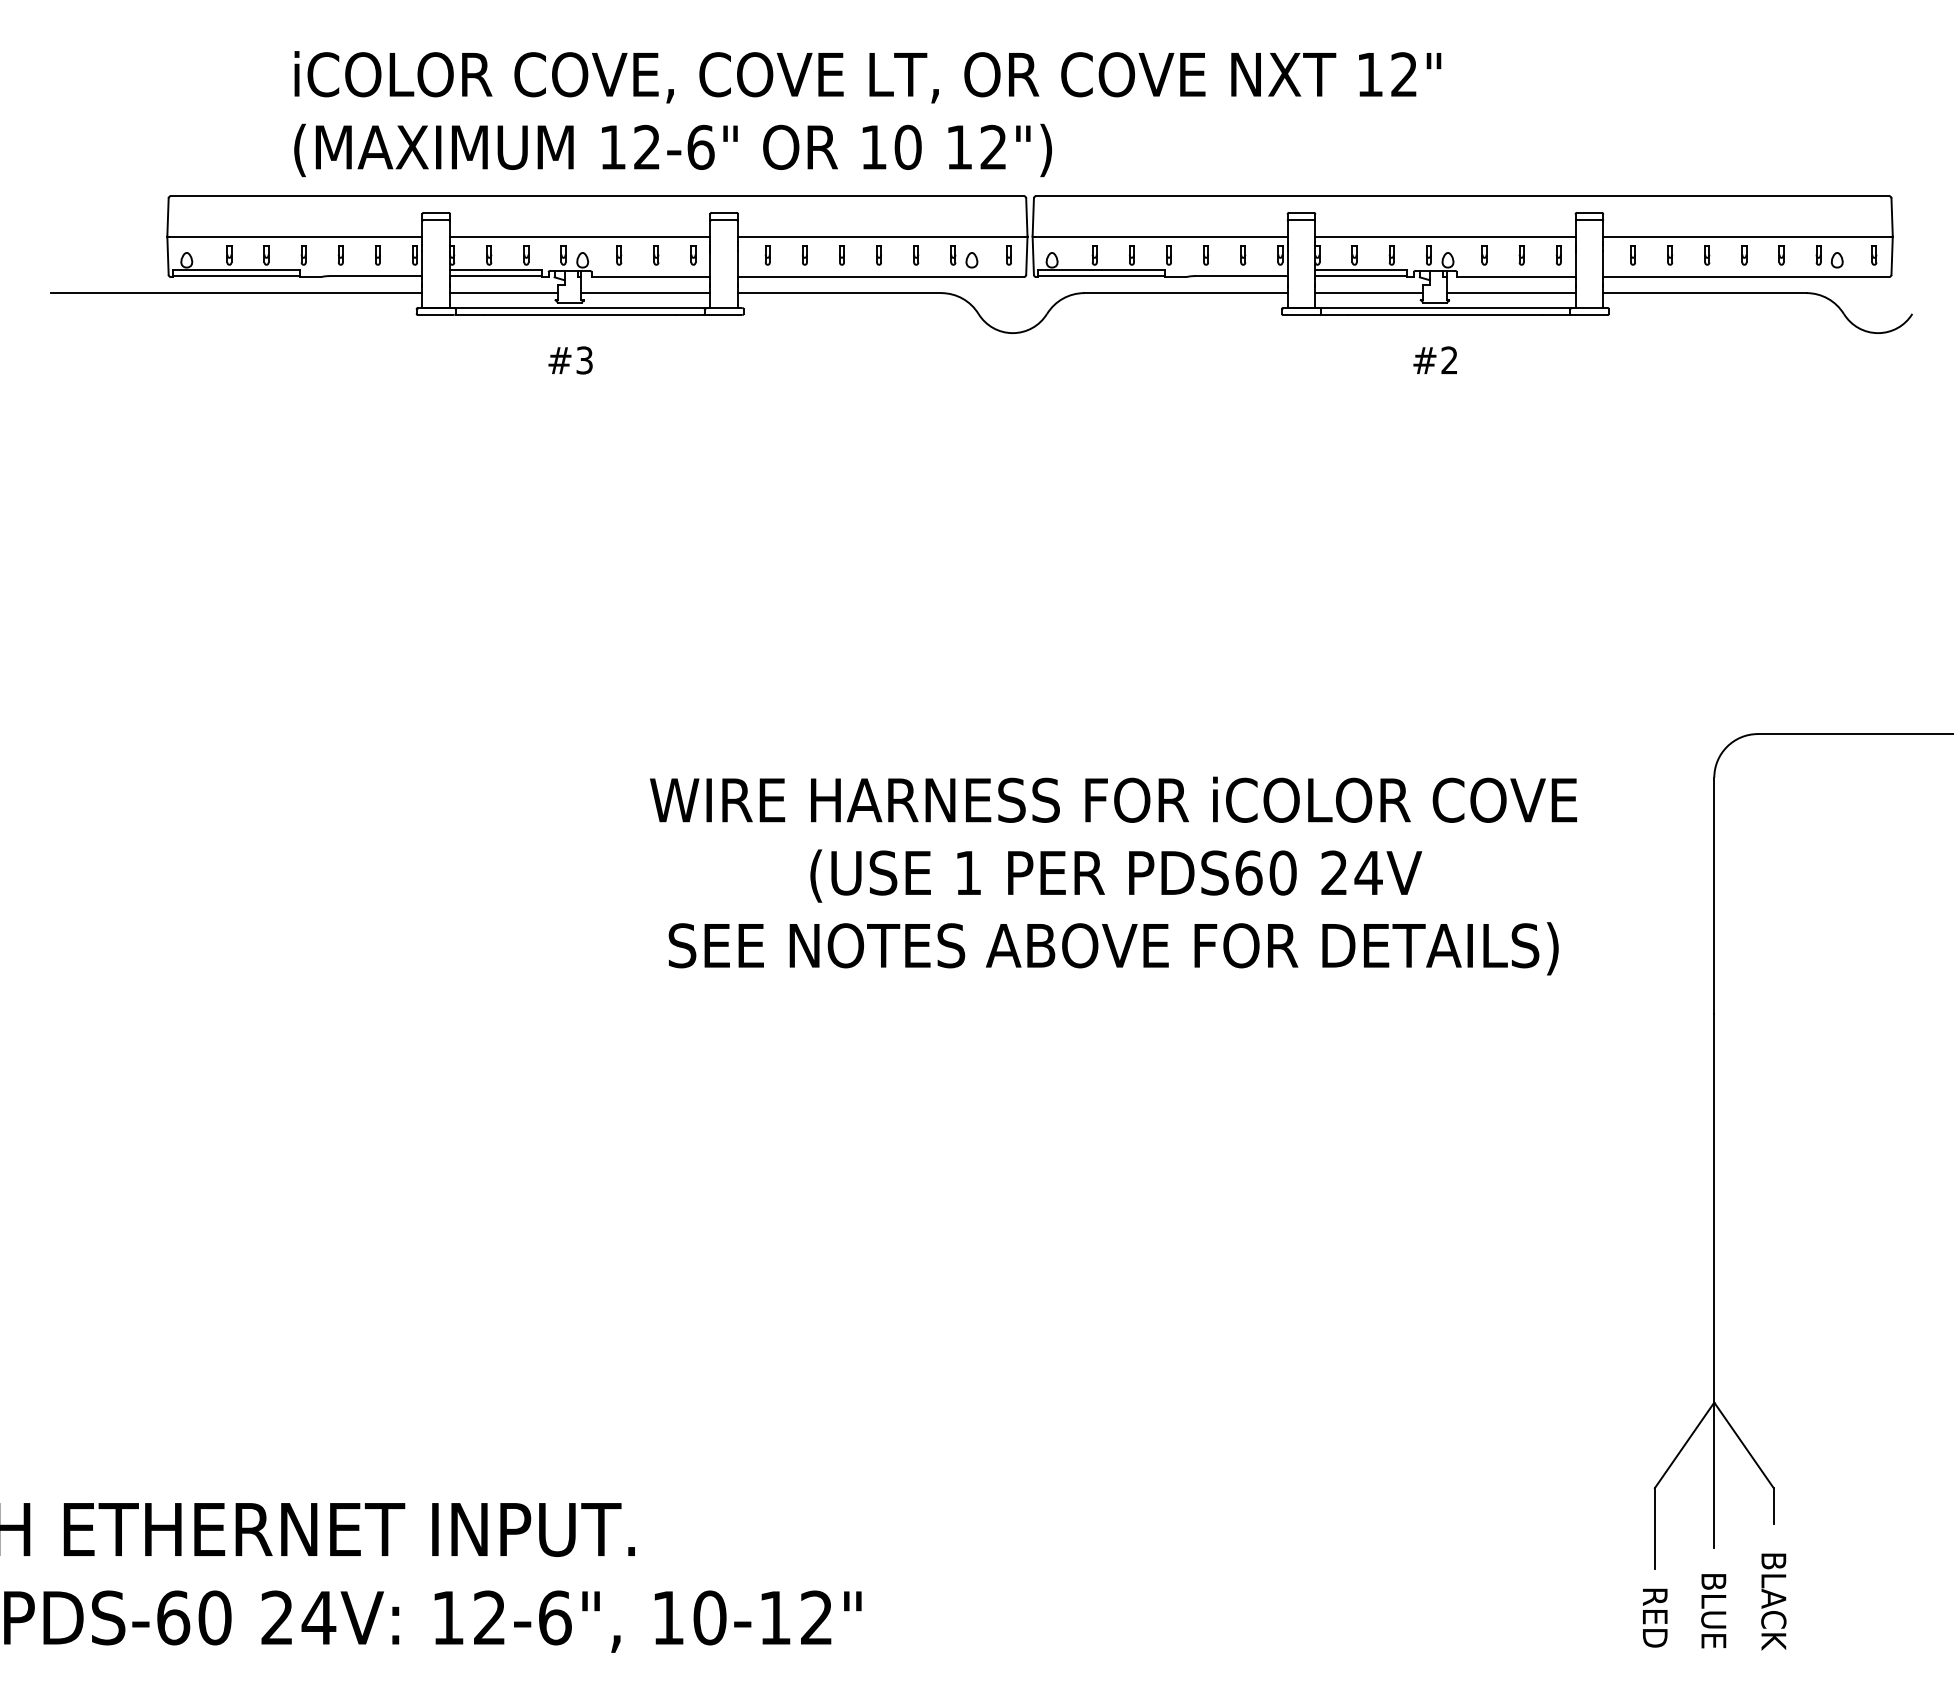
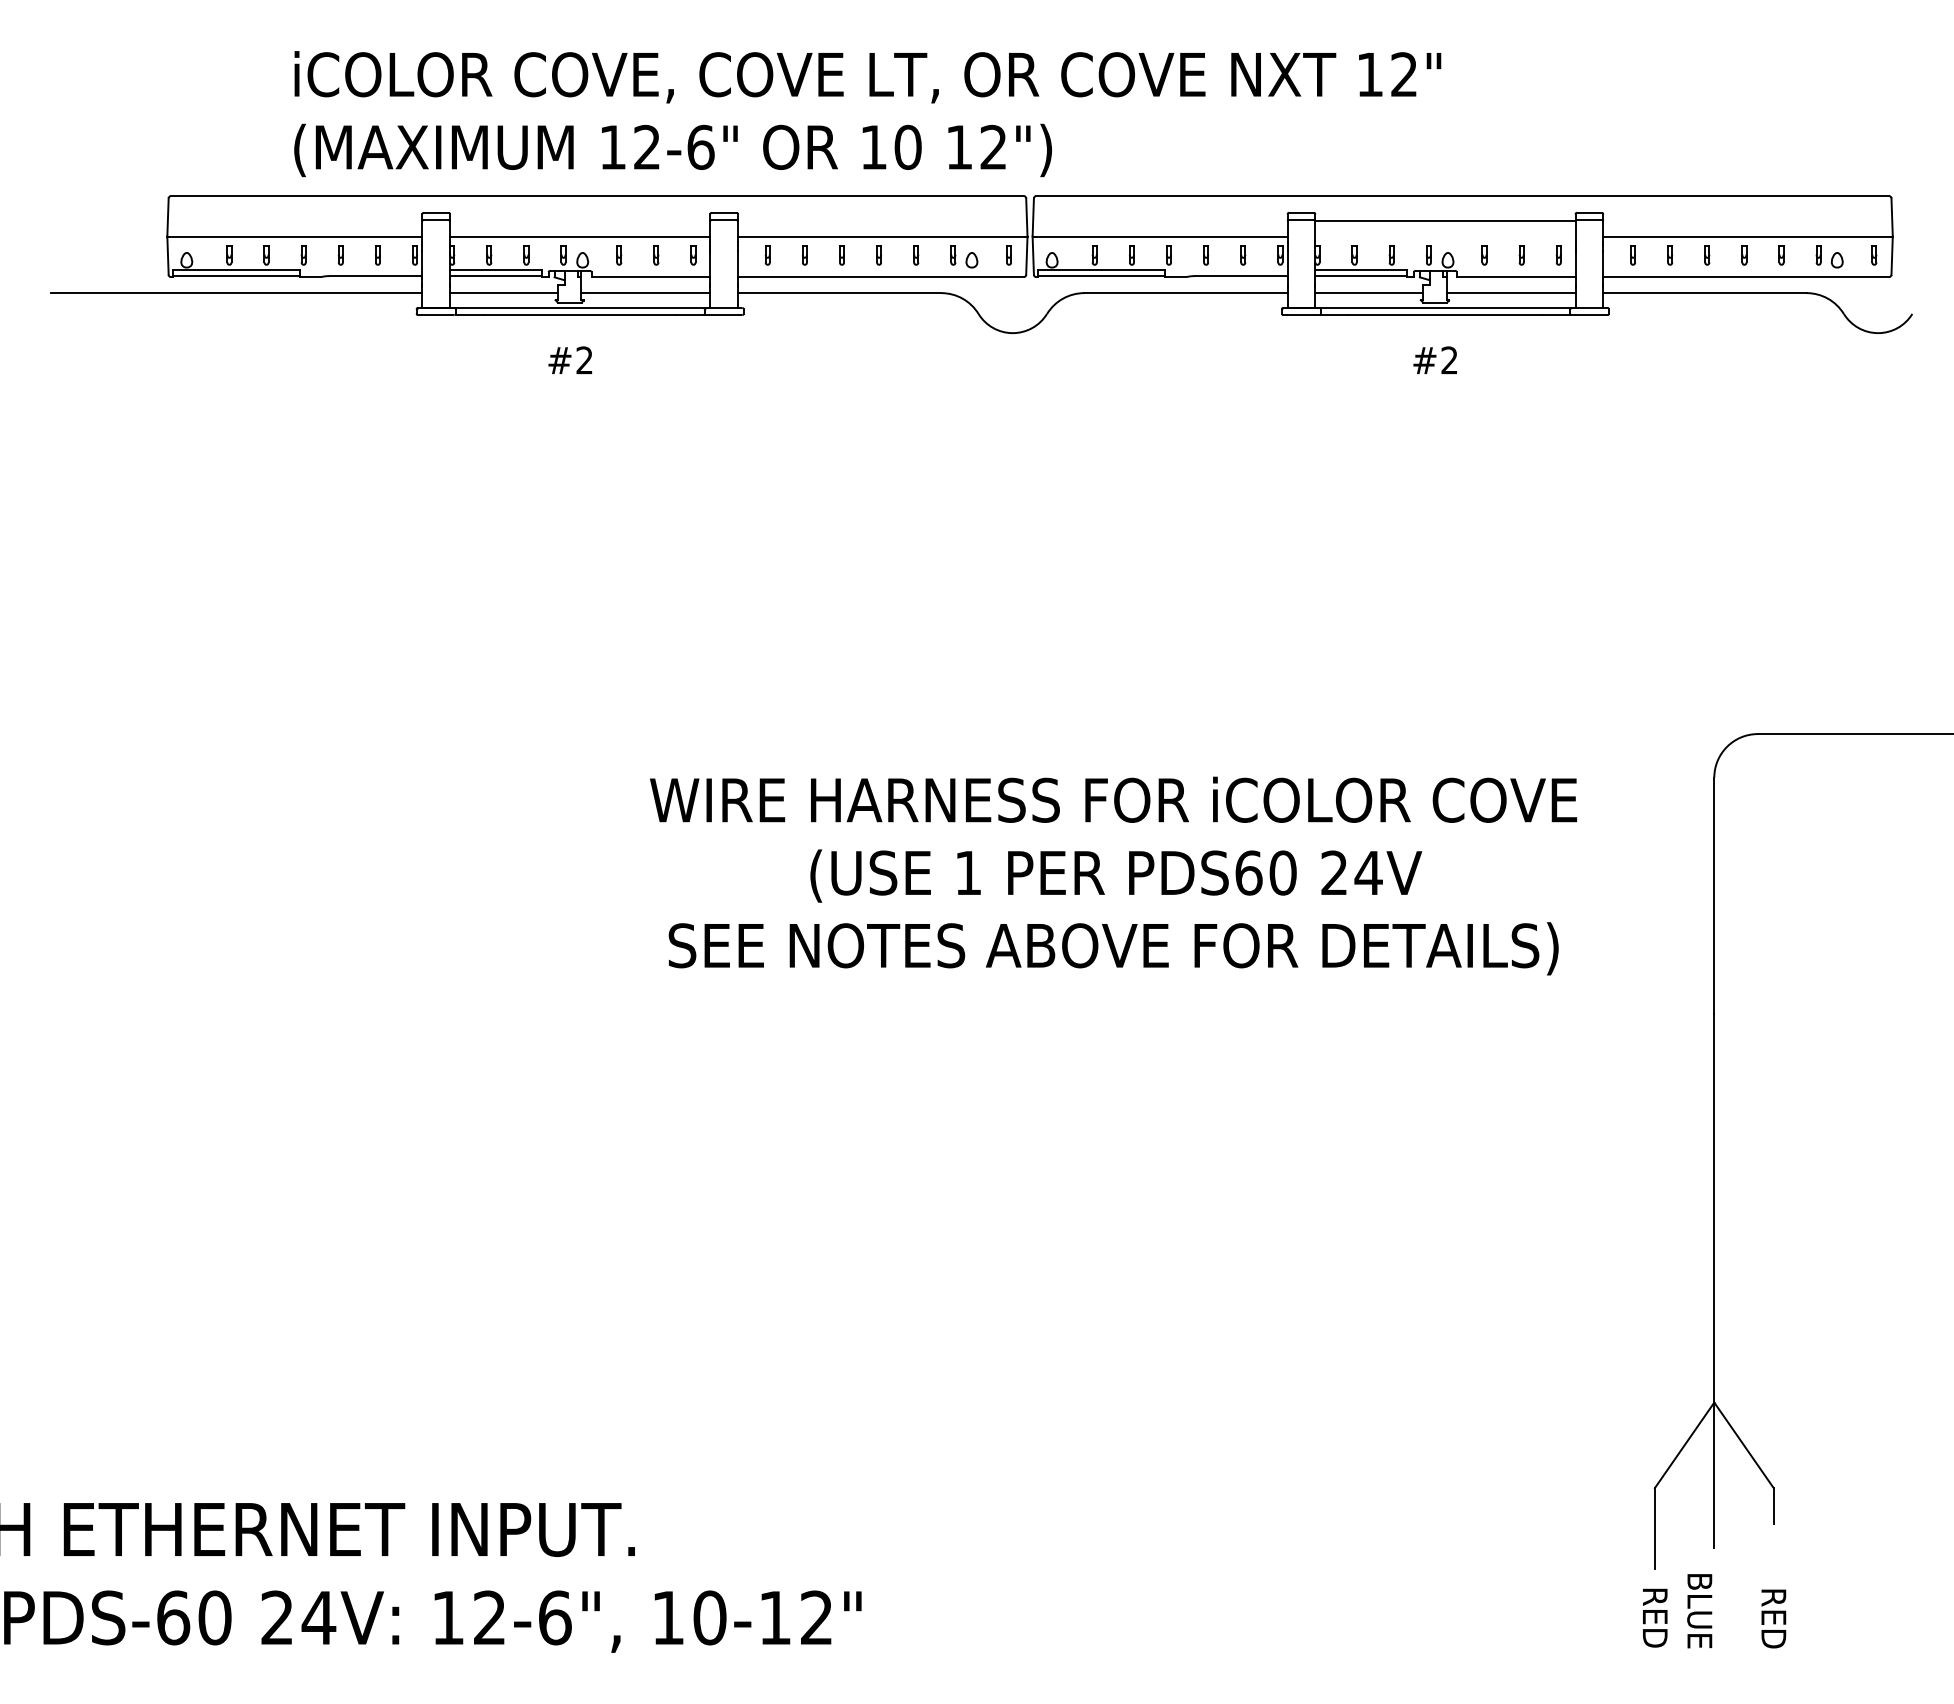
line at (1445, 236) position: (1445, 236) -> (1445, 220)
text at (584, 360): #3 -> #2
text at (1773, 1601): BLACK -> RED
text at (1713, 1611) position: (1713, 1611) -> (1699, 1611)
